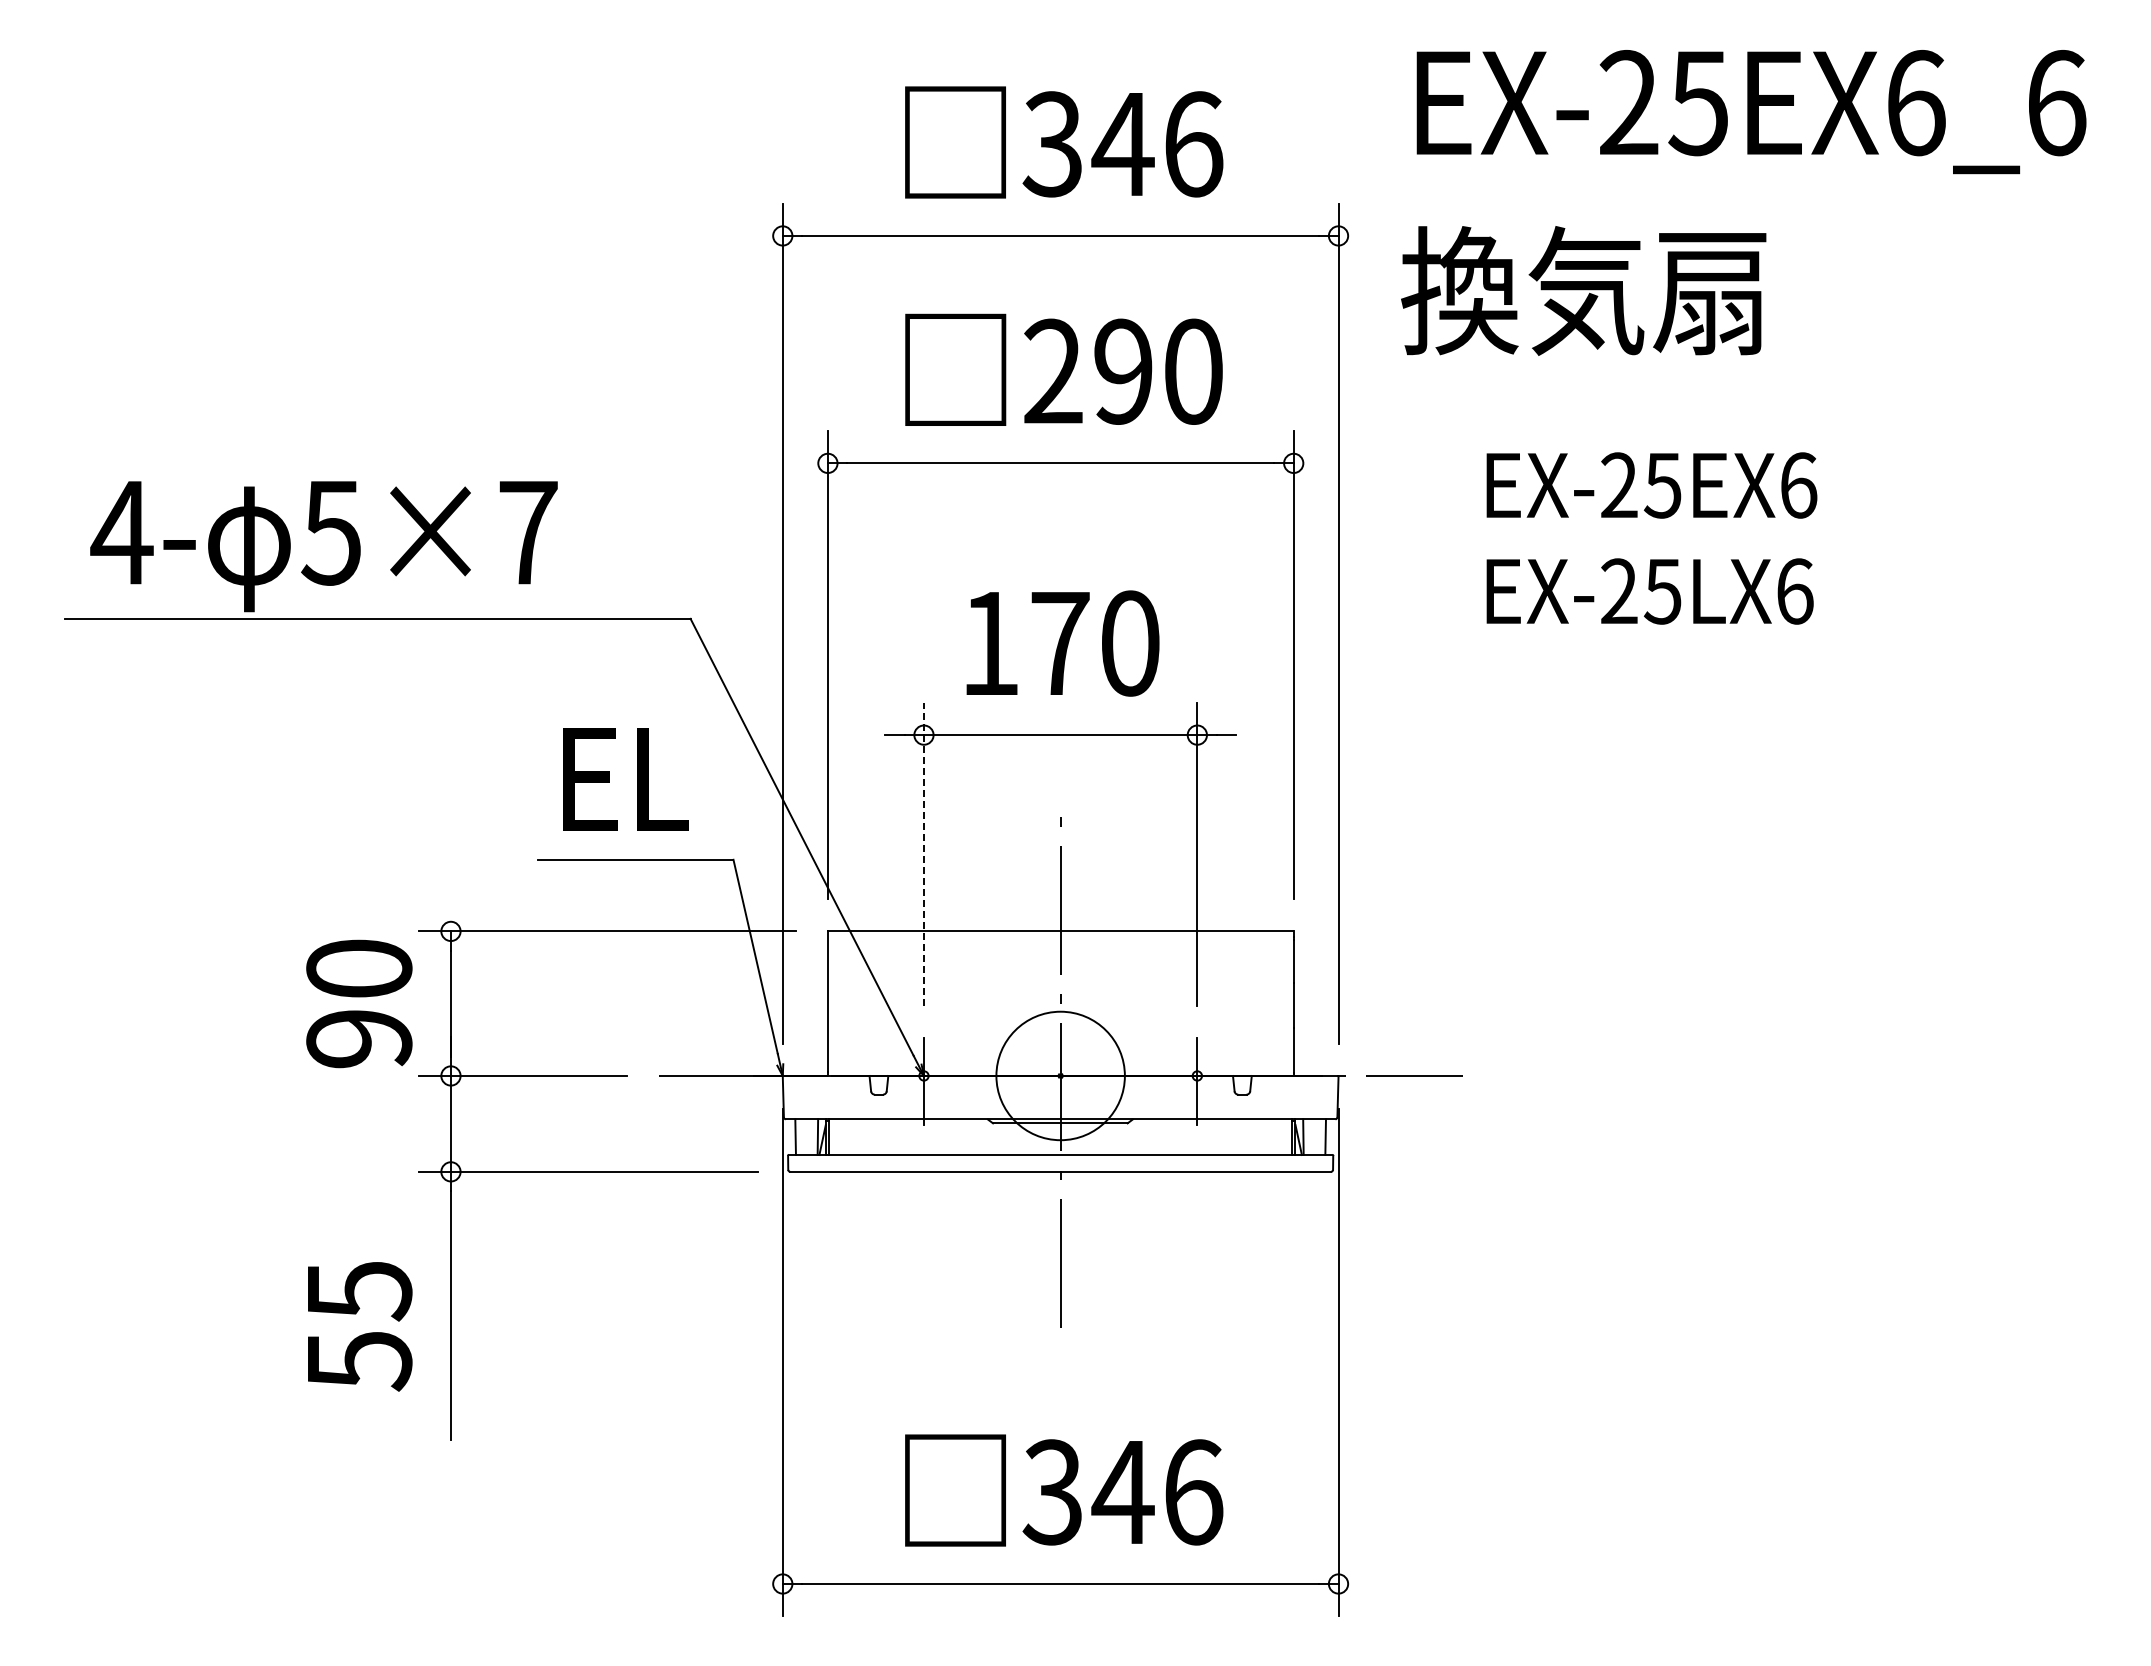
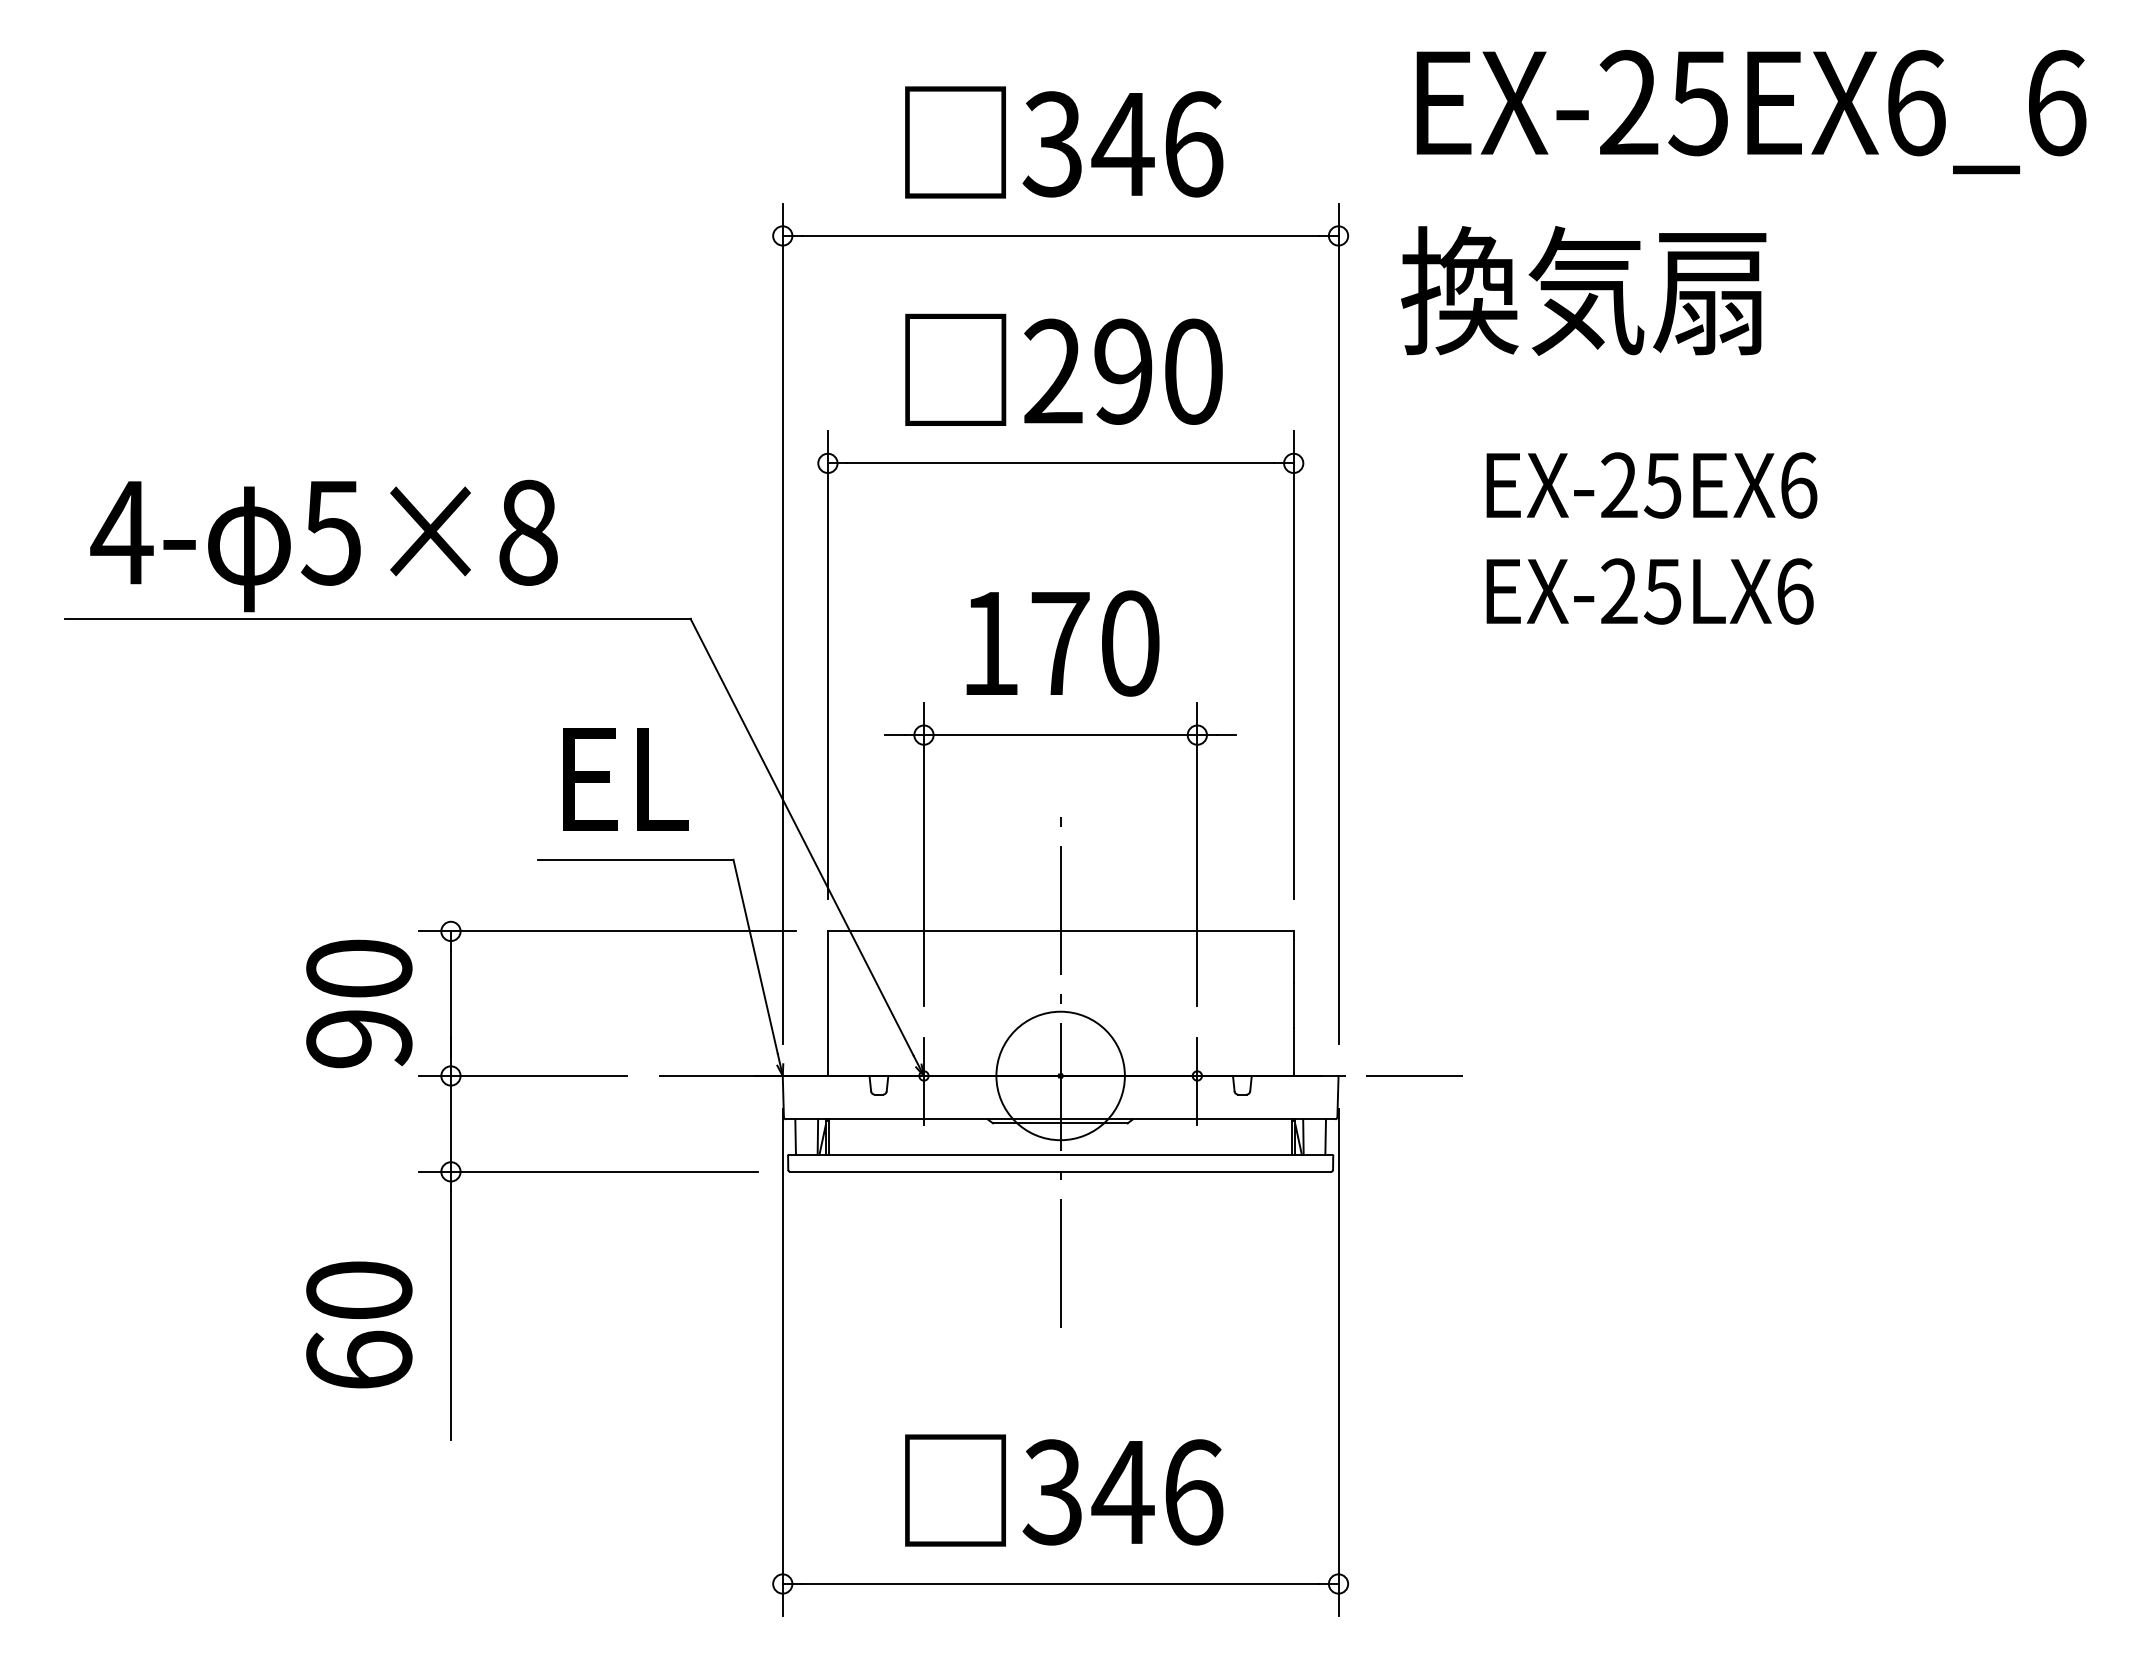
text at (528, 532): 5×7 -> 5×8
line at (923, 854): dashed -> solid
text at (359, 1326): 55 -> 60
